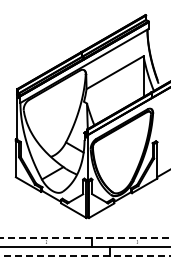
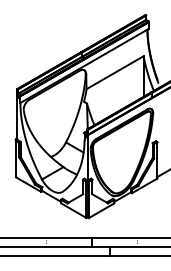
line at (85, 237): dashed -> solid
line at (86, 255): dashed -> solid
